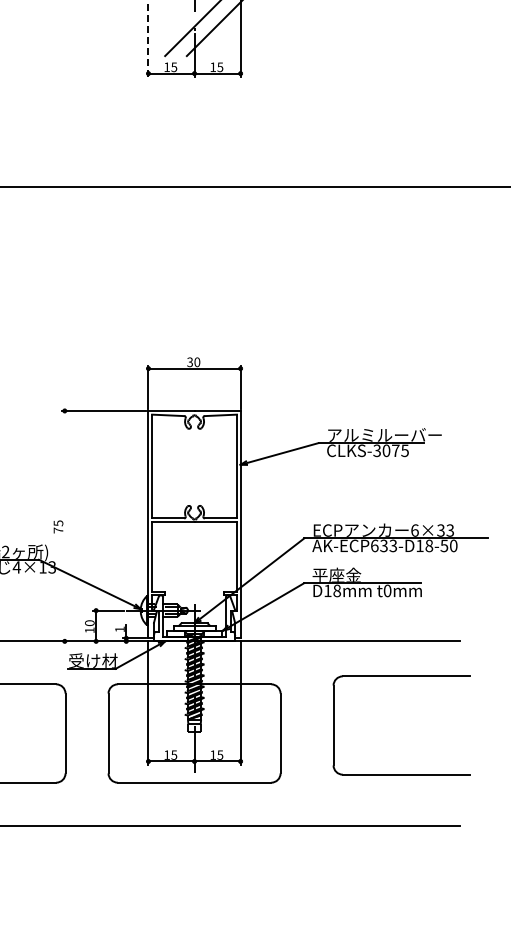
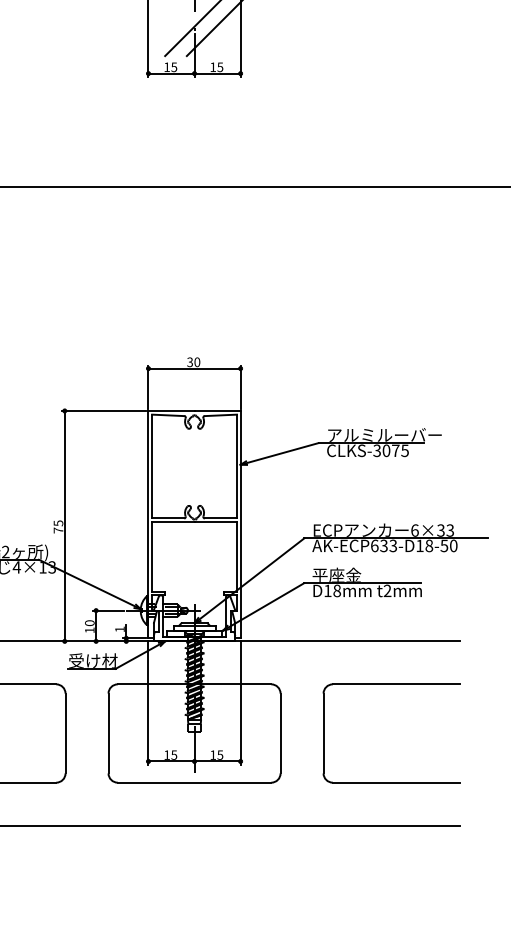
line at (148, 38): dashed -> solid
line at (64, 525): none -> present
text at (387, 590): t0mm -> t2mm
part at (401, 676) position: (401, 676) -> (391, 684)
